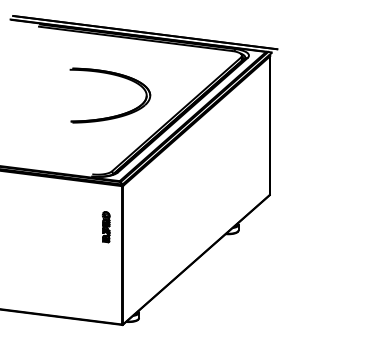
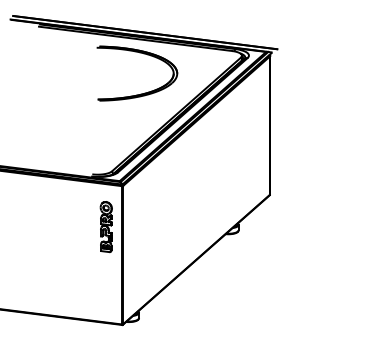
part at (116, 76) position: (116, 76) -> (143, 54)
part at (106, 227) size: 9x33 px -> 14x53 px
